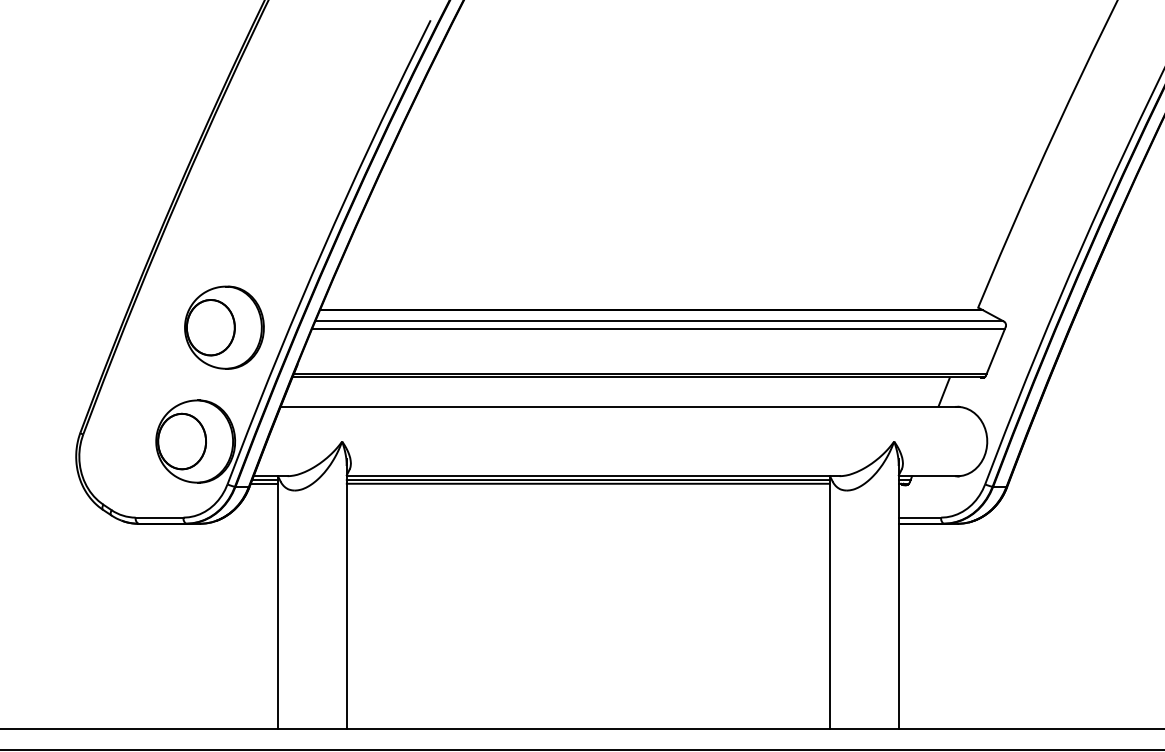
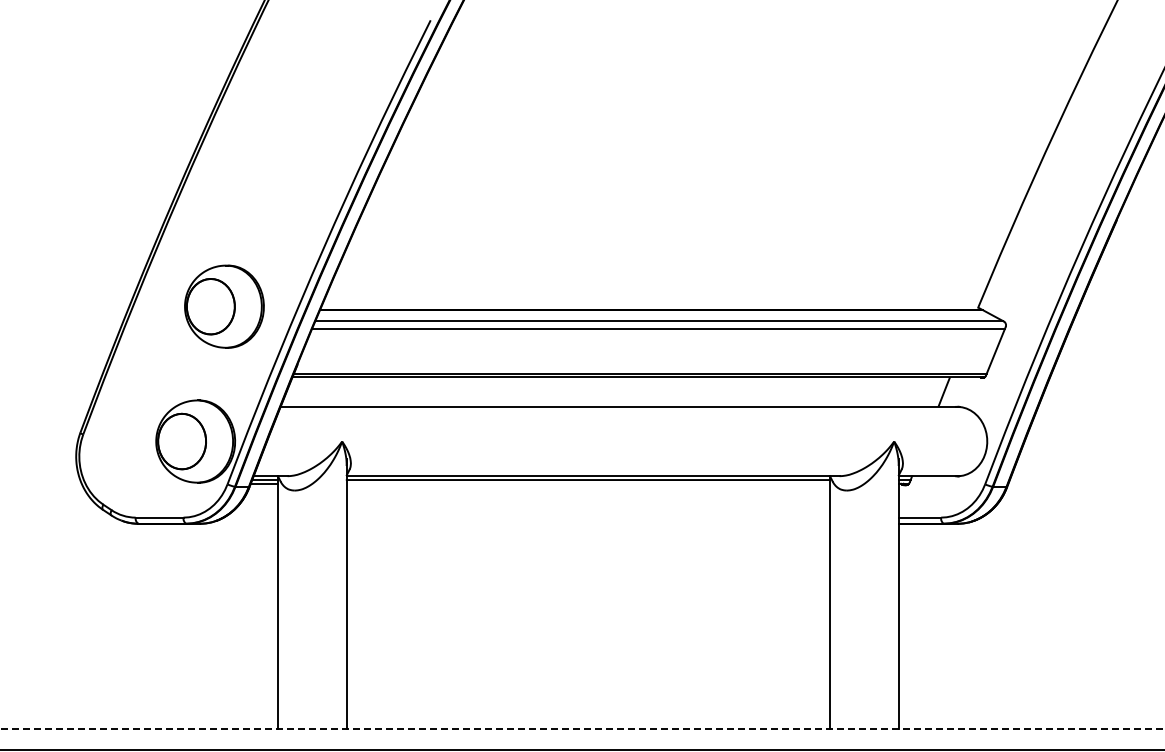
part at (224, 327) position: (224, 327) -> (224, 306)
line at (587, 483): present -> none
line at (582, 729): solid -> dashed
